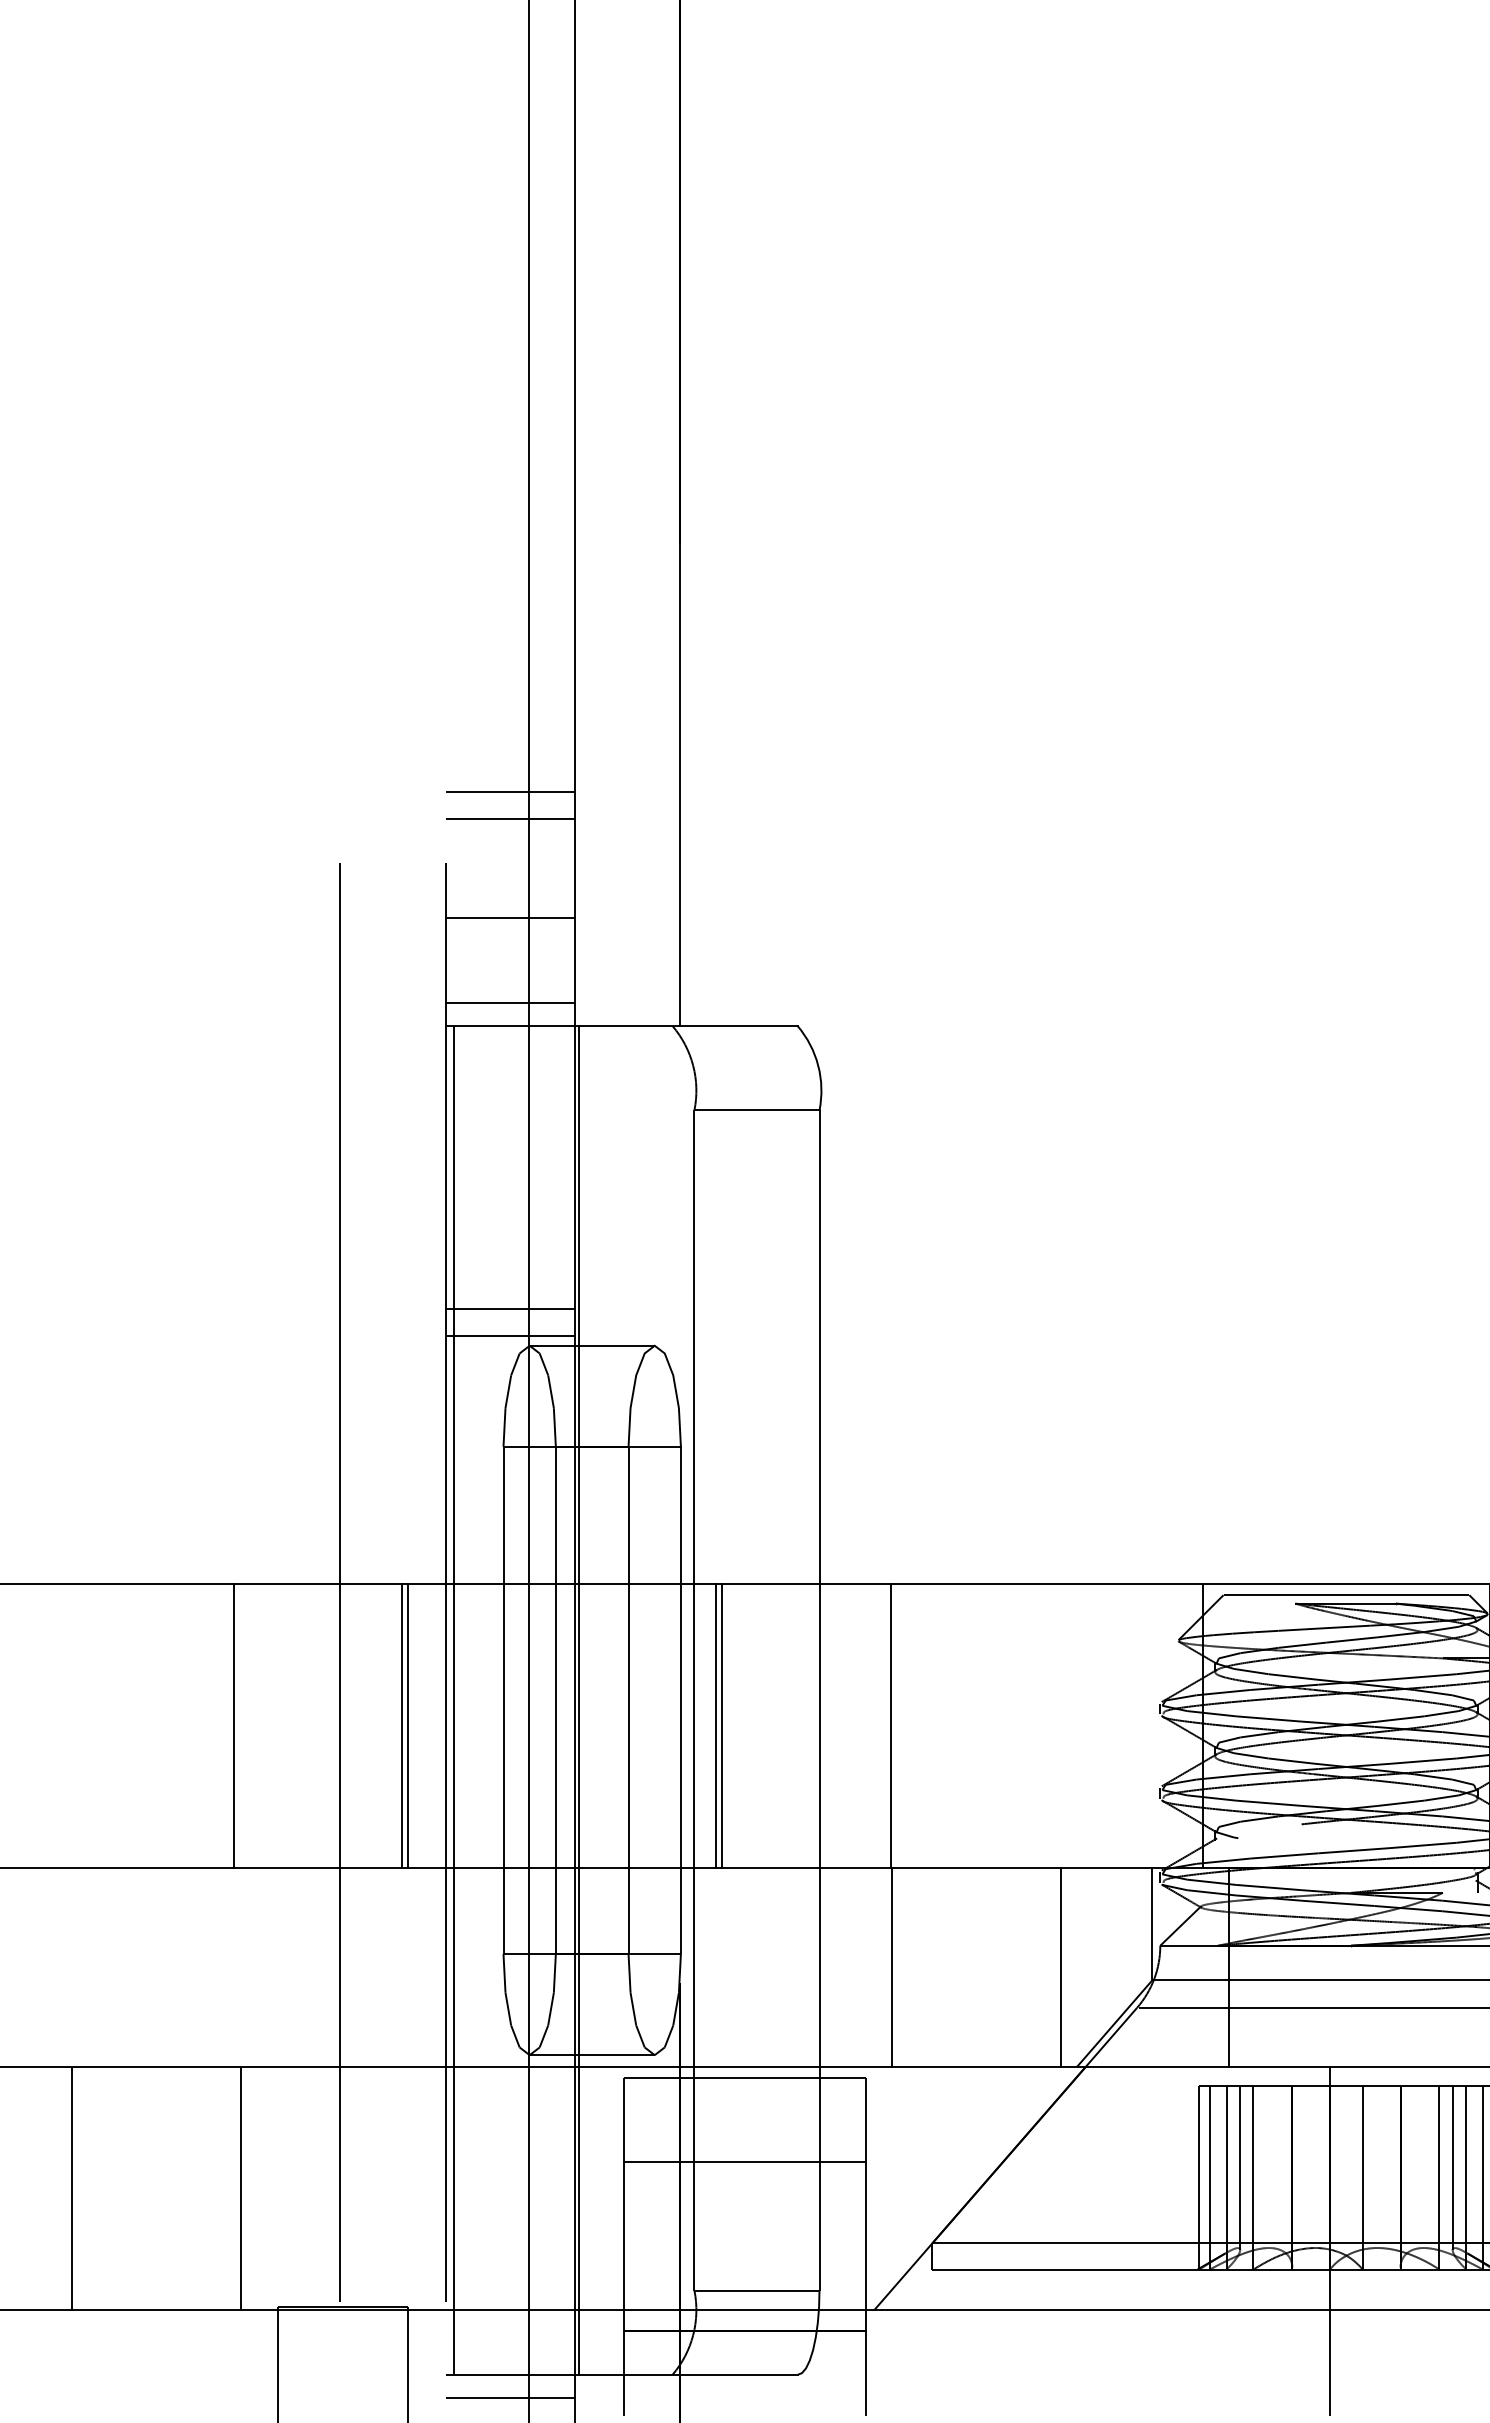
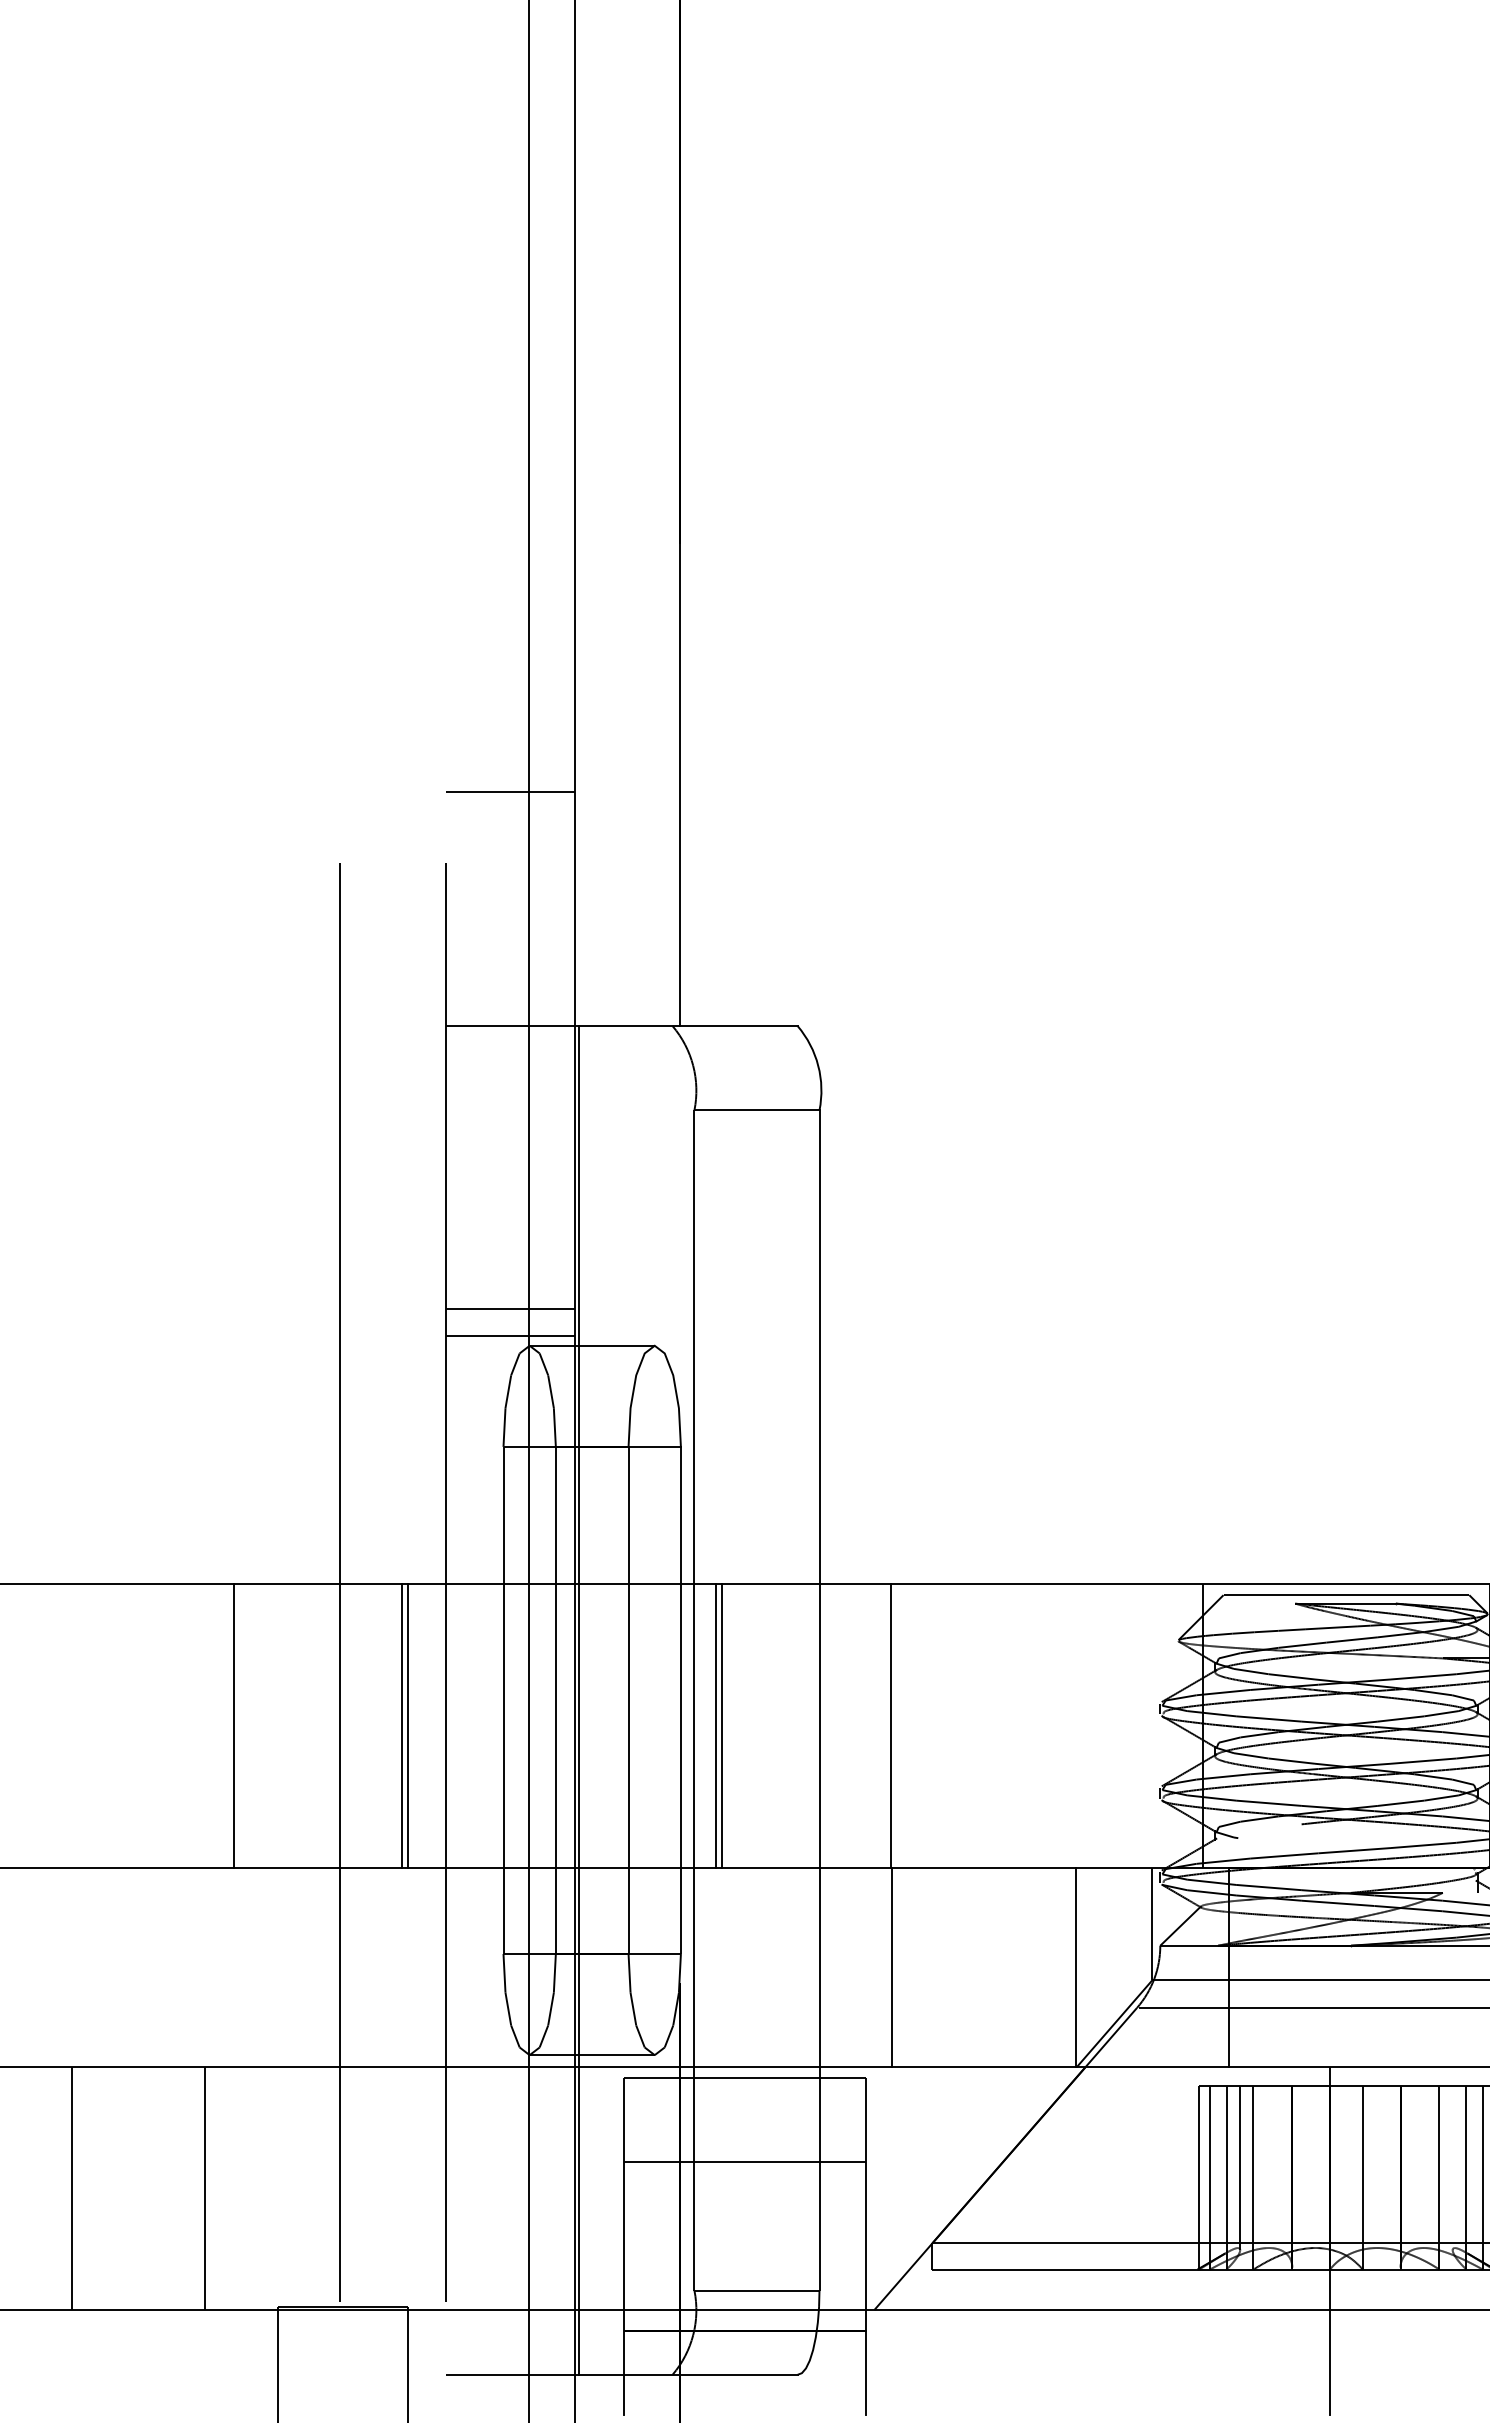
line at (509, 818): present -> none
line at (509, 918): present -> none
line at (509, 1002): present -> none
line at (453, 1700): present -> none
line at (1060, 1967) position: (1060, 1967) -> (1075, 1967)
line at (1452, 2168): present -> none
line at (240, 2188) position: (240, 2188) -> (204, 2188)
line at (509, 2398): present -> none
